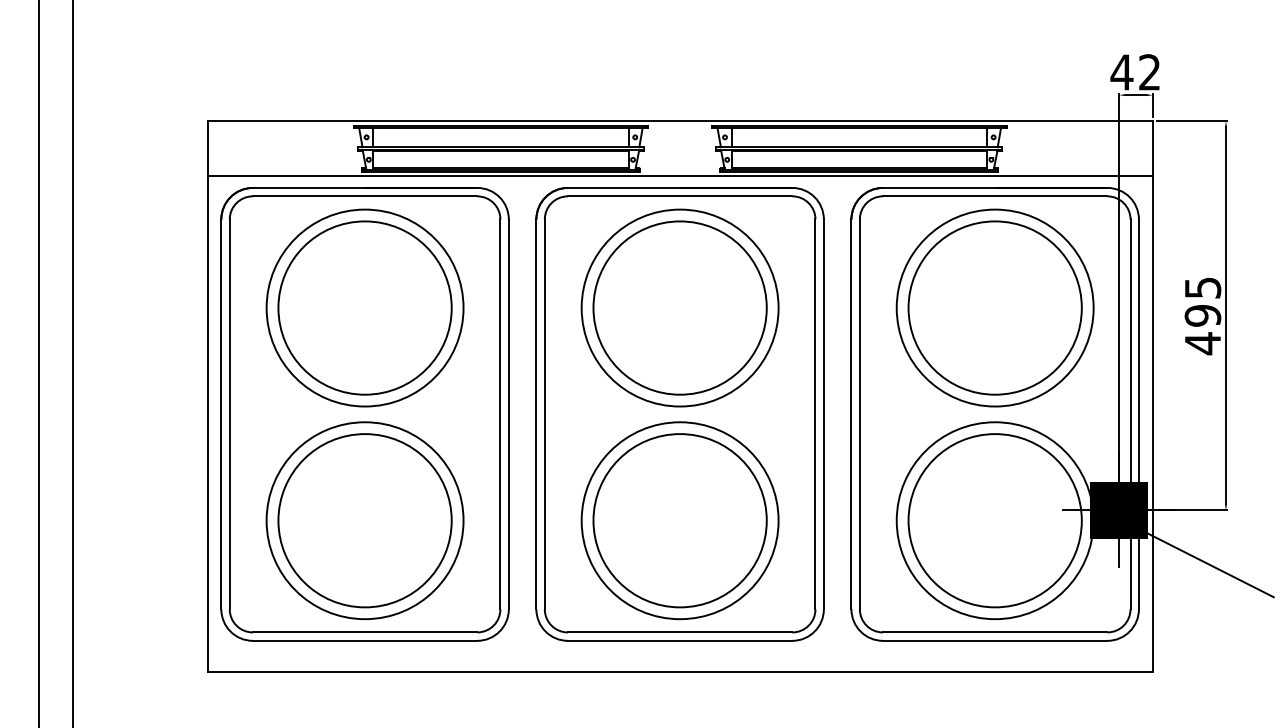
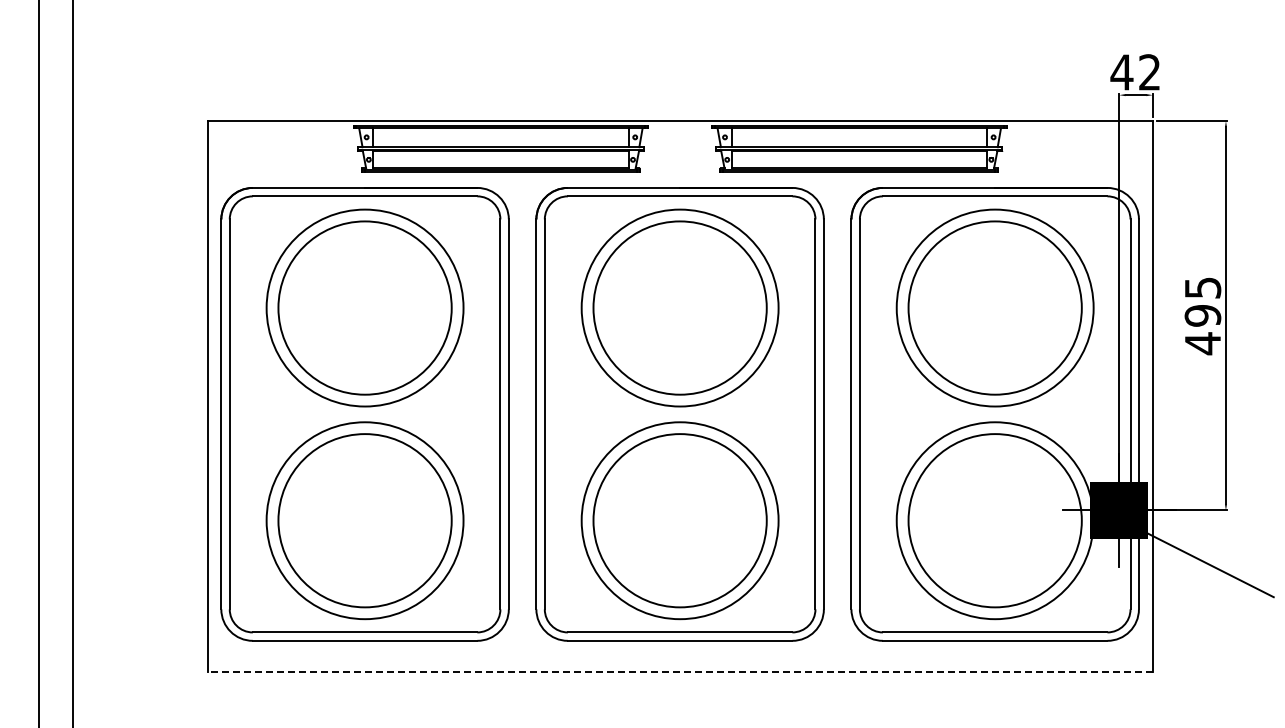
line at (679, 176): present -> none
line at (680, 672): solid -> dashed
